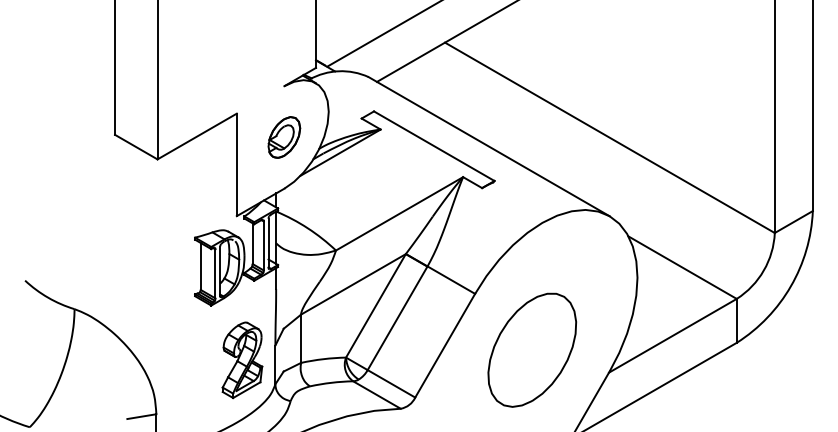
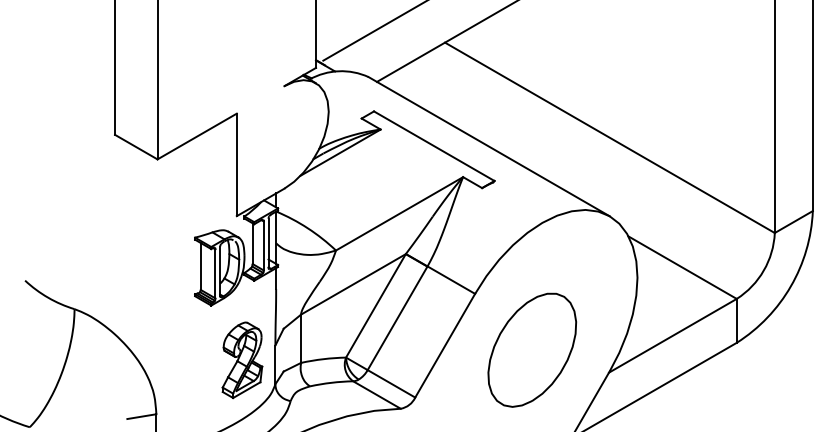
line at (383, 34) position: (383, 34) -> (373, 31)
part at (284, 137): present -> none
